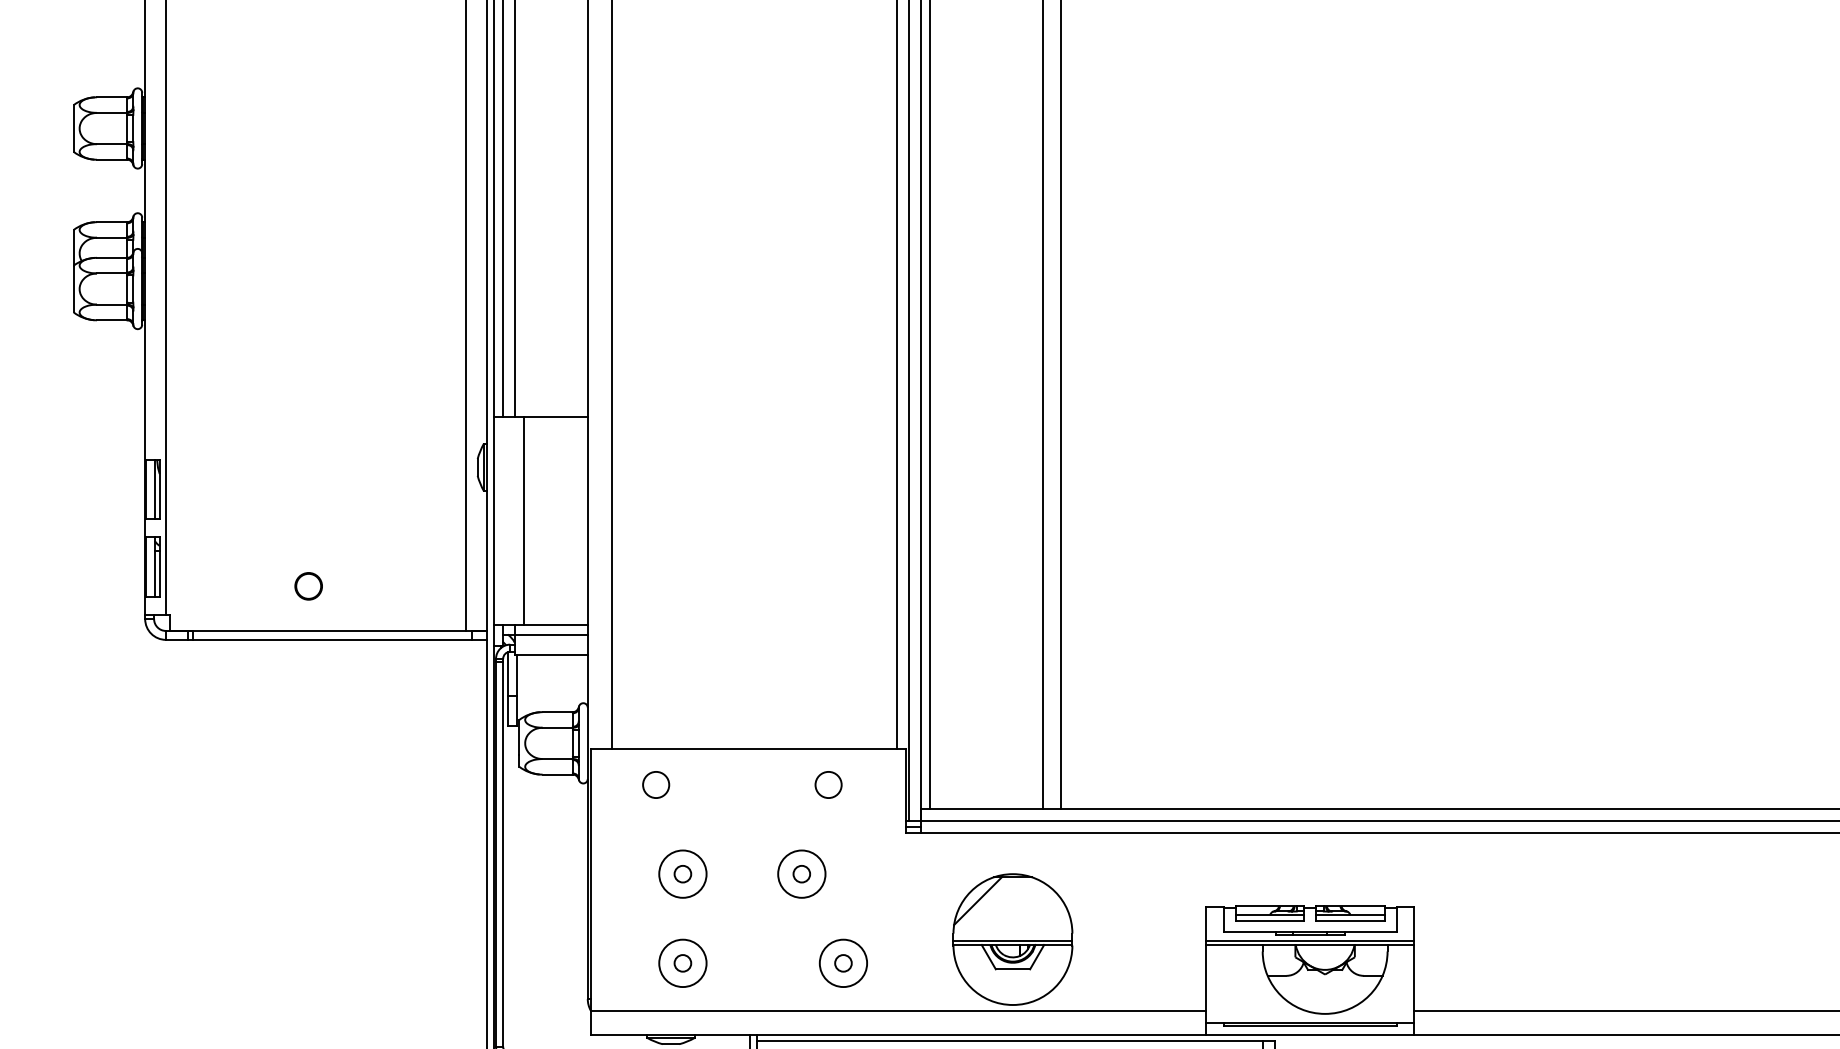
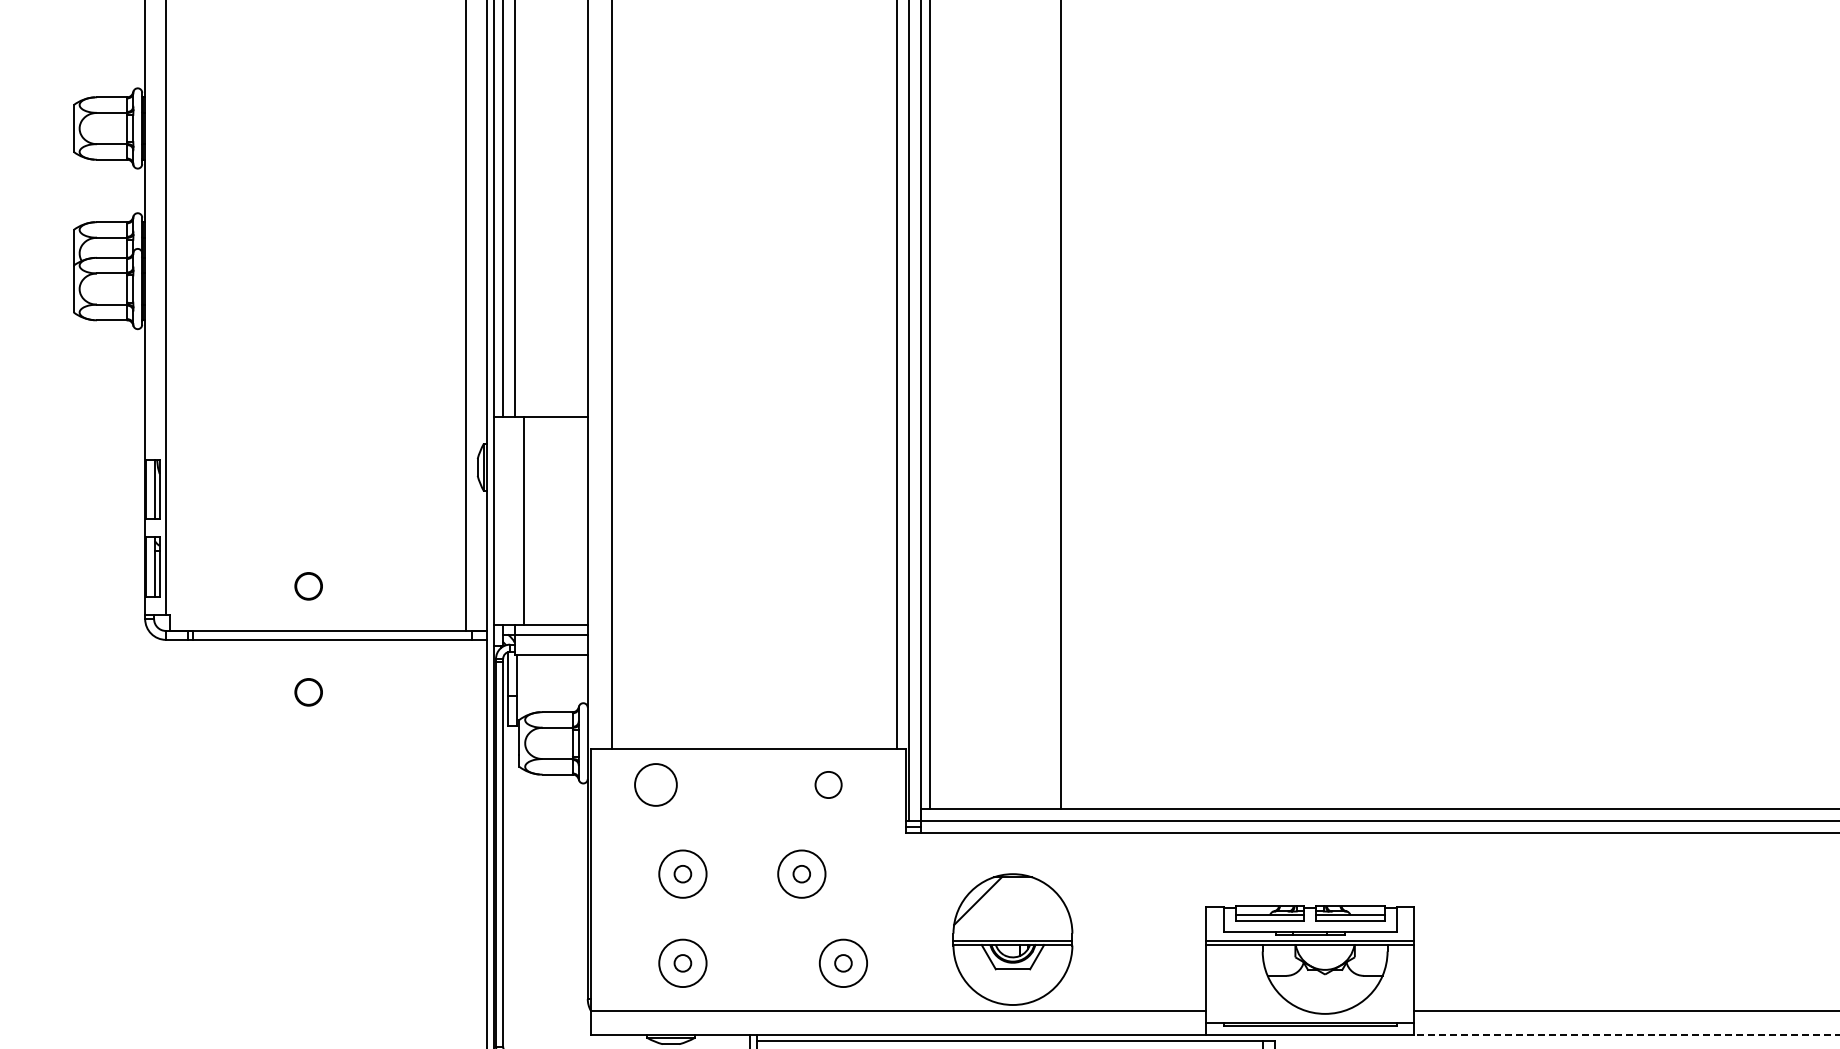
line at (1042, 405): present -> none
circle at (308, 692): none -> present
circle at (656, 784) size: 29x28 px -> 44x44 px
line at (1626, 1034): solid -> dashed
